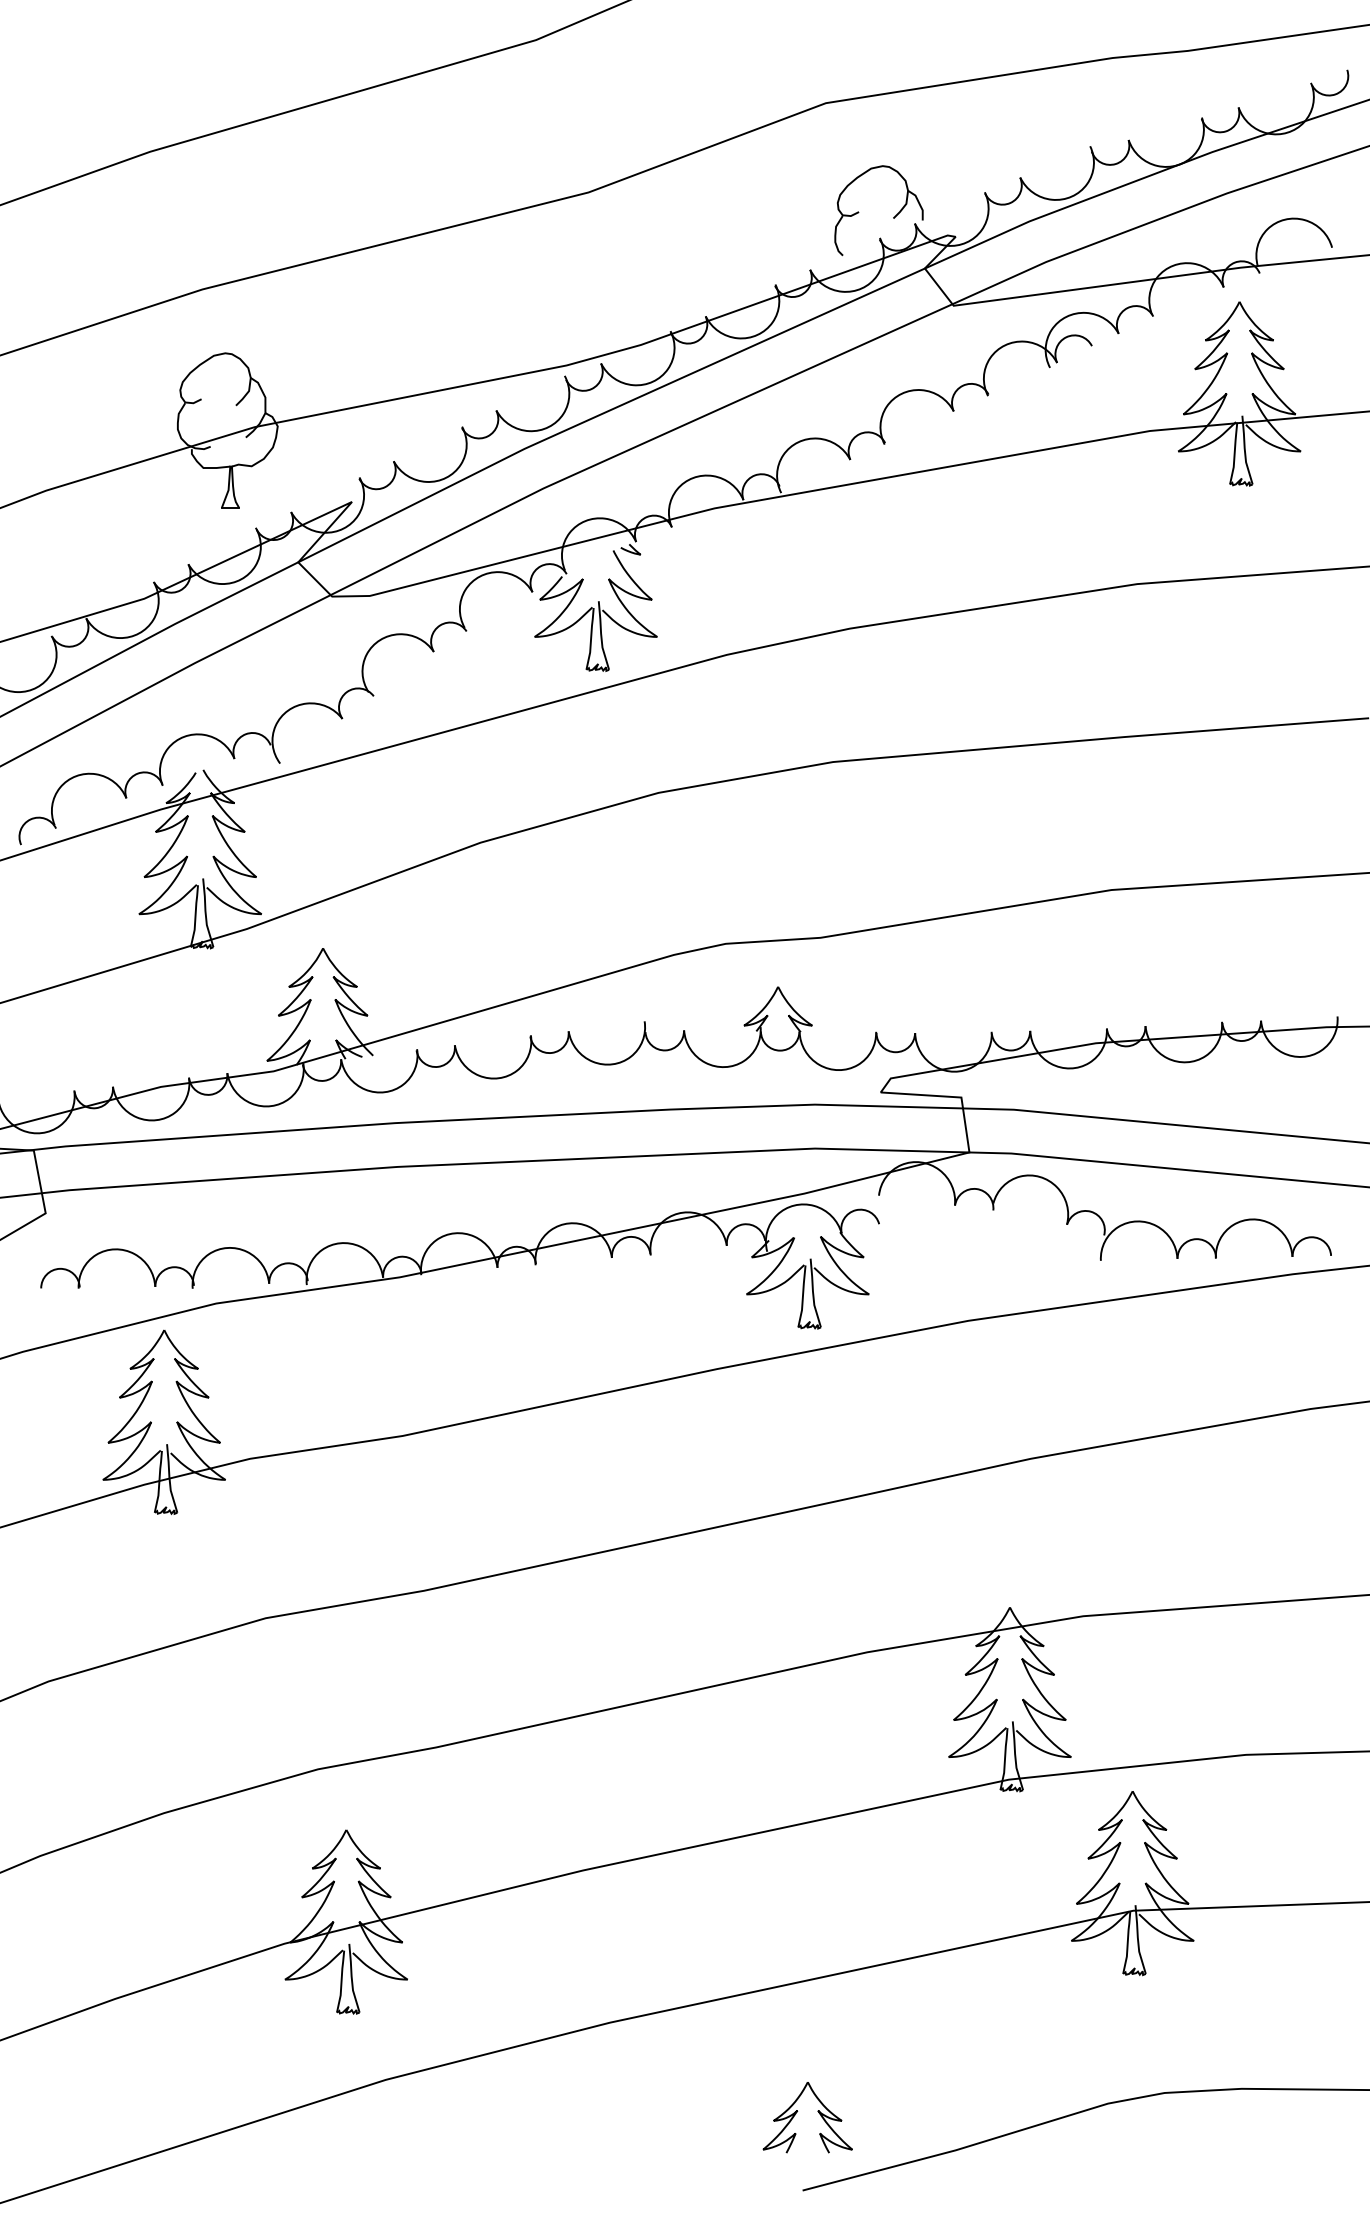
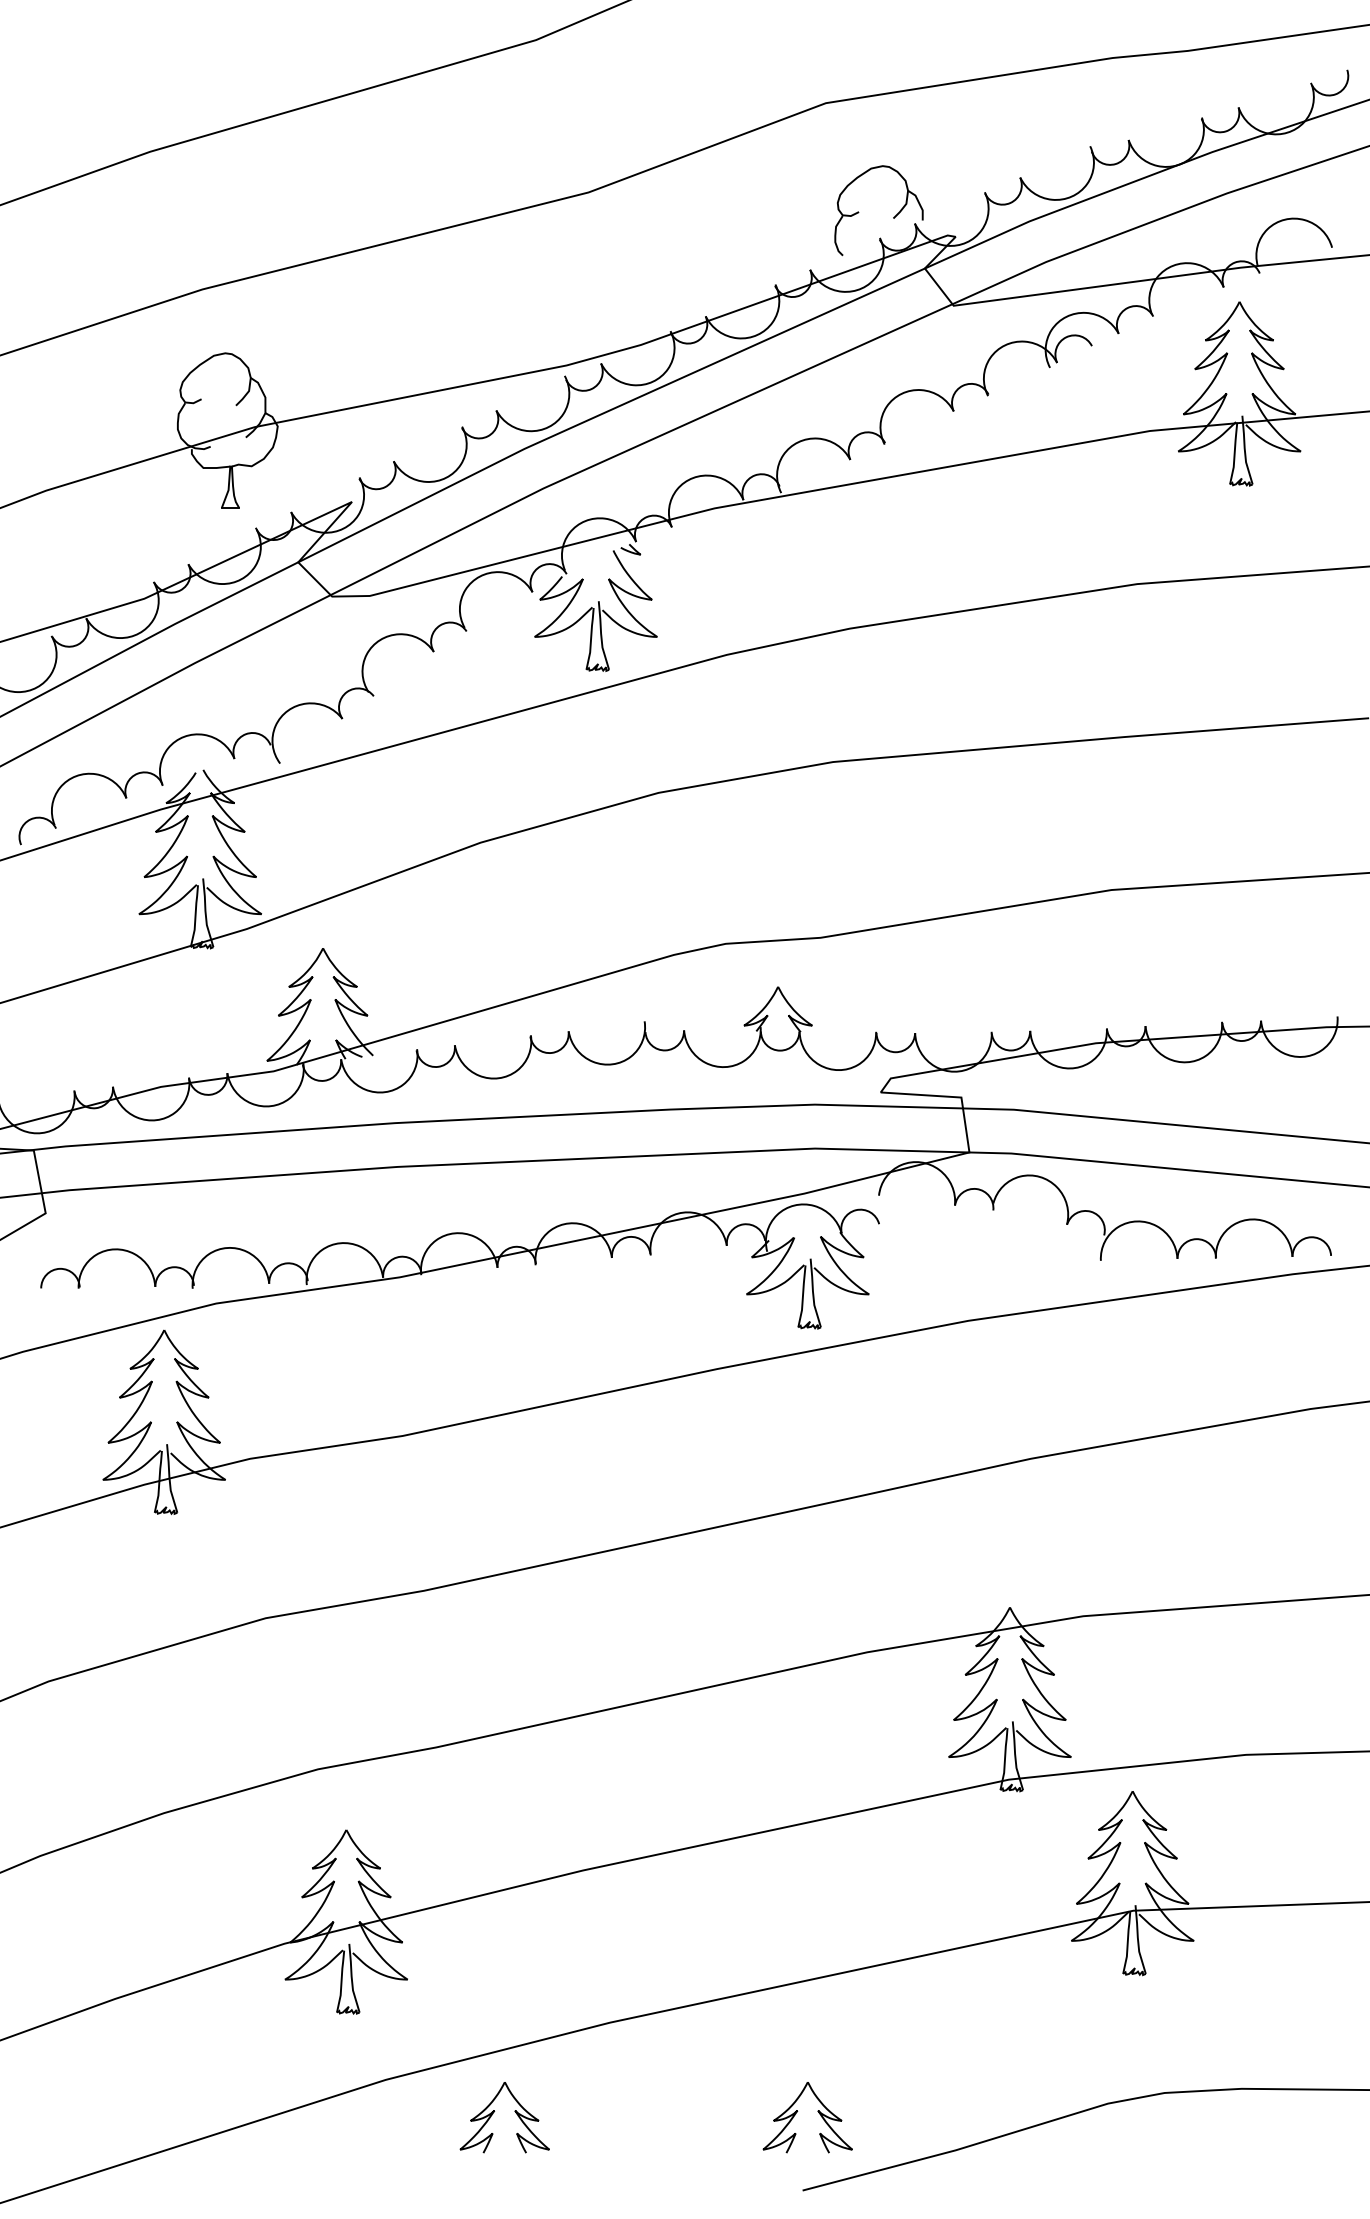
part at (495, 2111): none -> present
